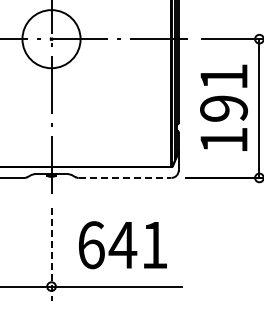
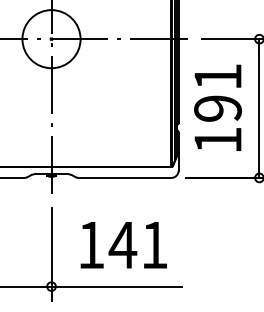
text at (223, 107) position: (223, 107) -> (217, 107)
line at (125, 177): dashed -> solid
text at (91, 245): 641 -> 141
line at (51, 255): dashed -> solid
